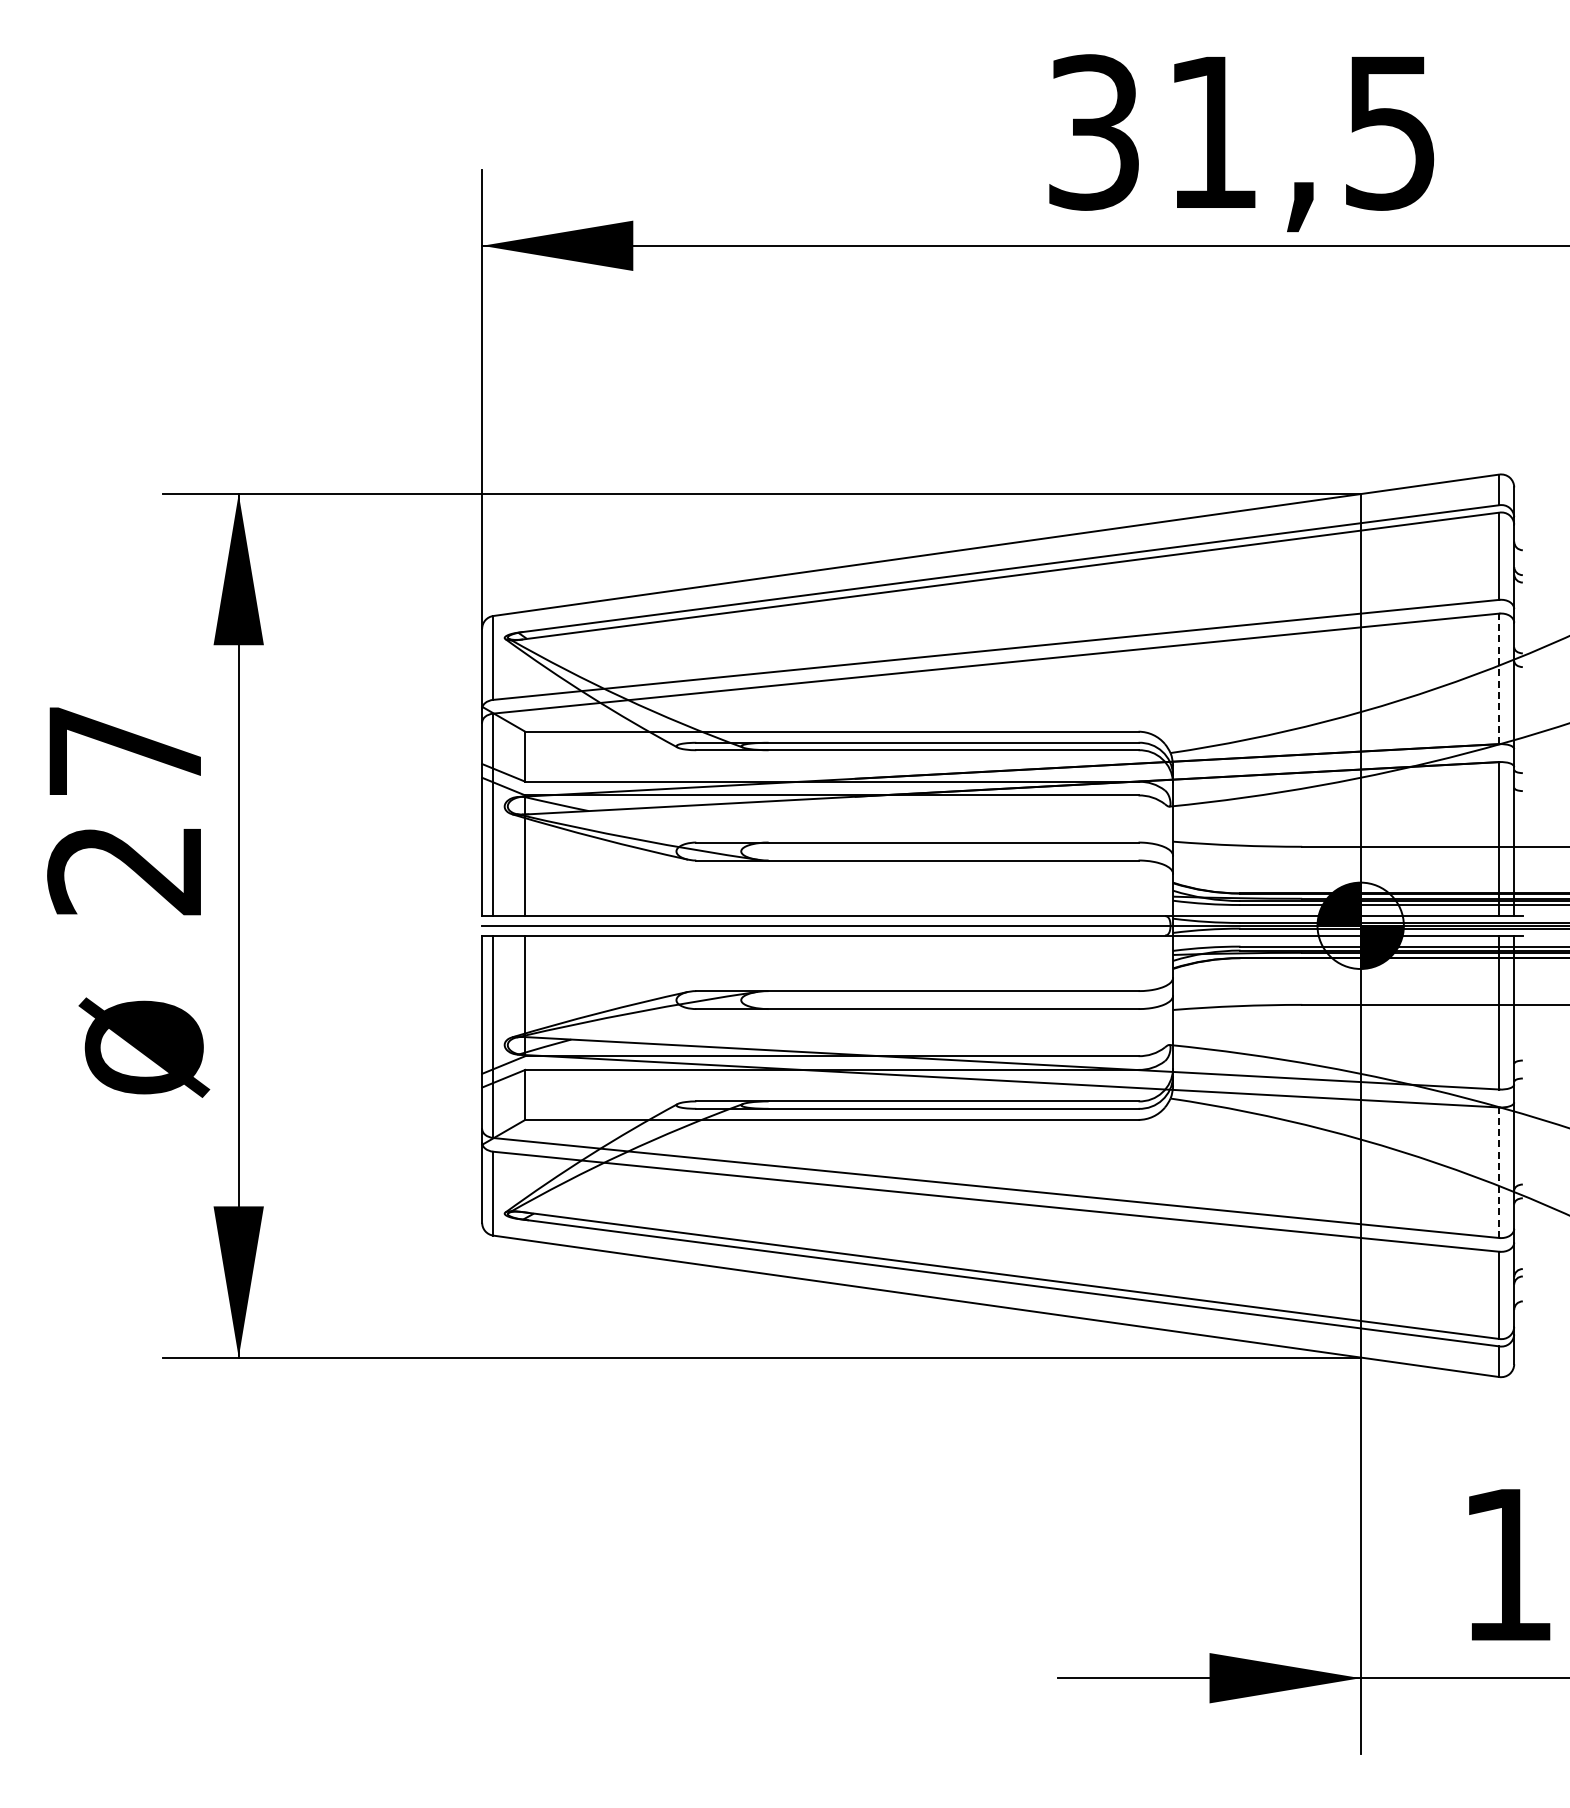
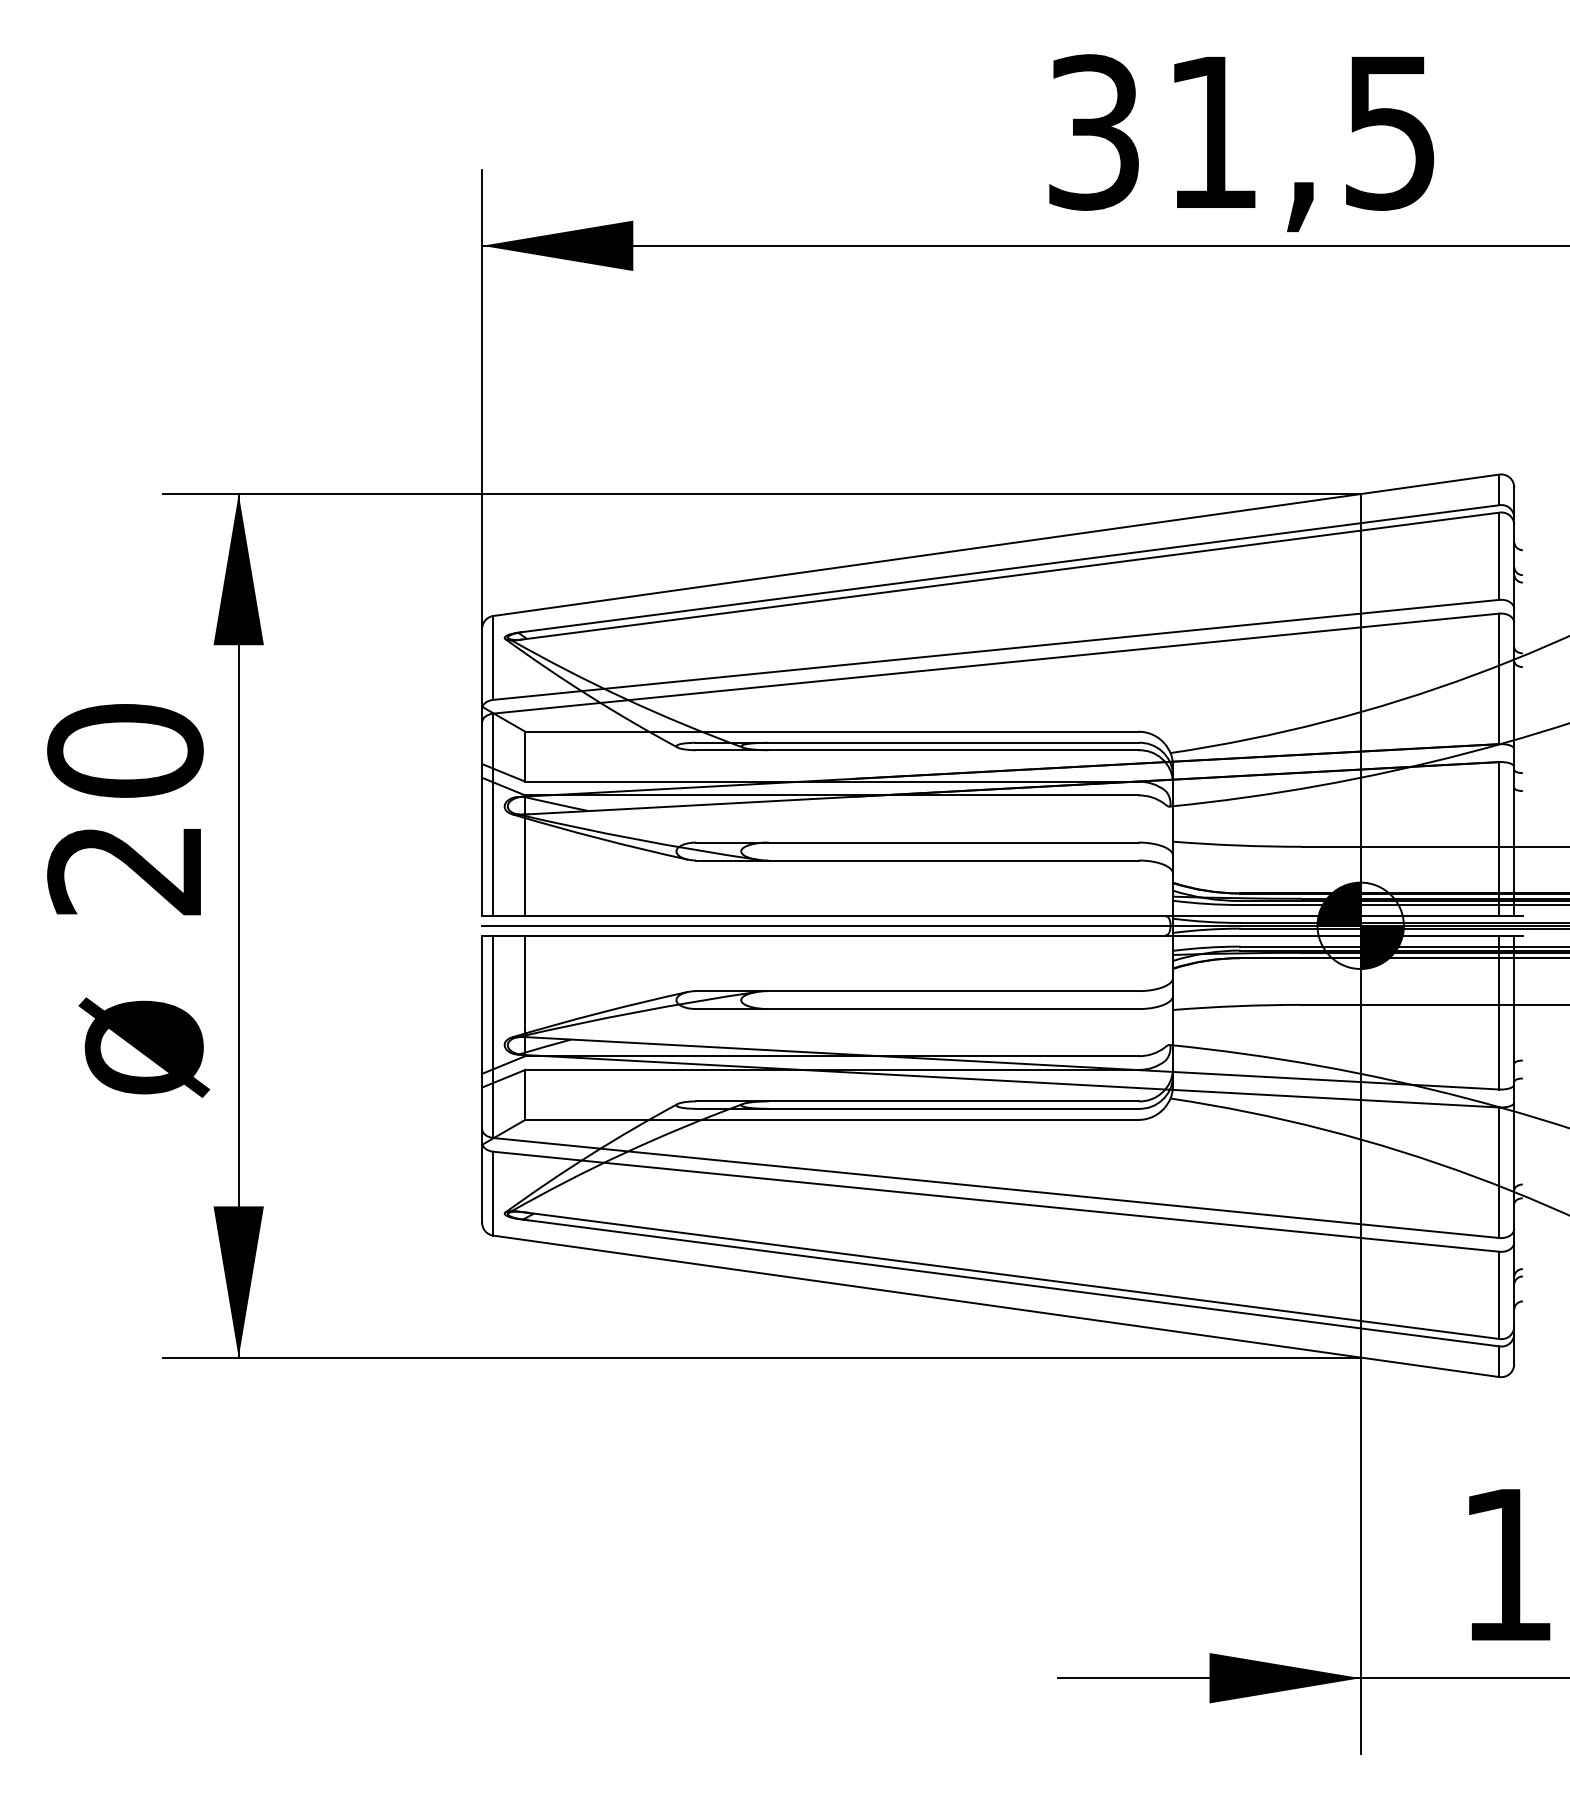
line at (1499, 678): dashed -> solid
text at (125, 750): 27 -> 20
line at (1499, 1172): dashed -> solid
